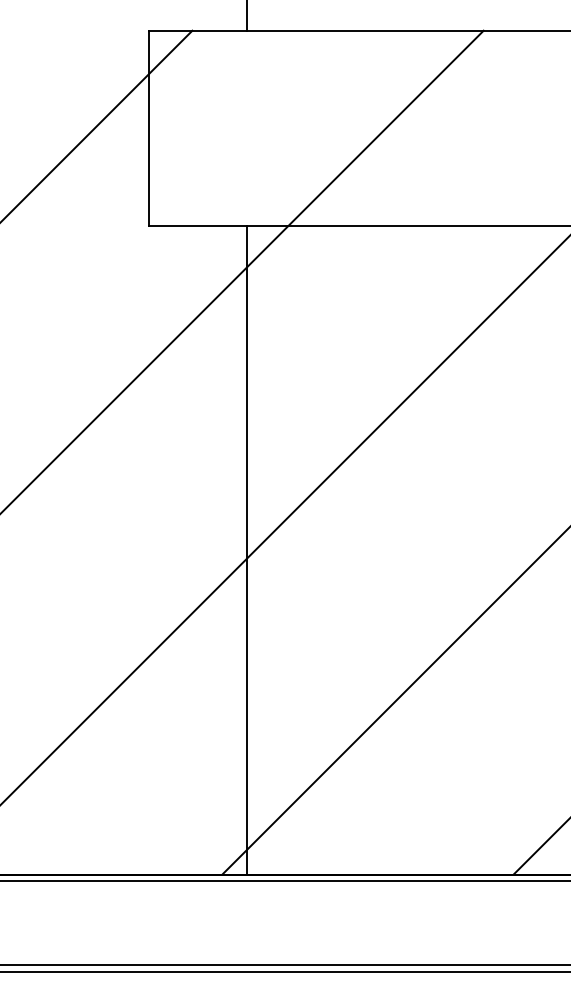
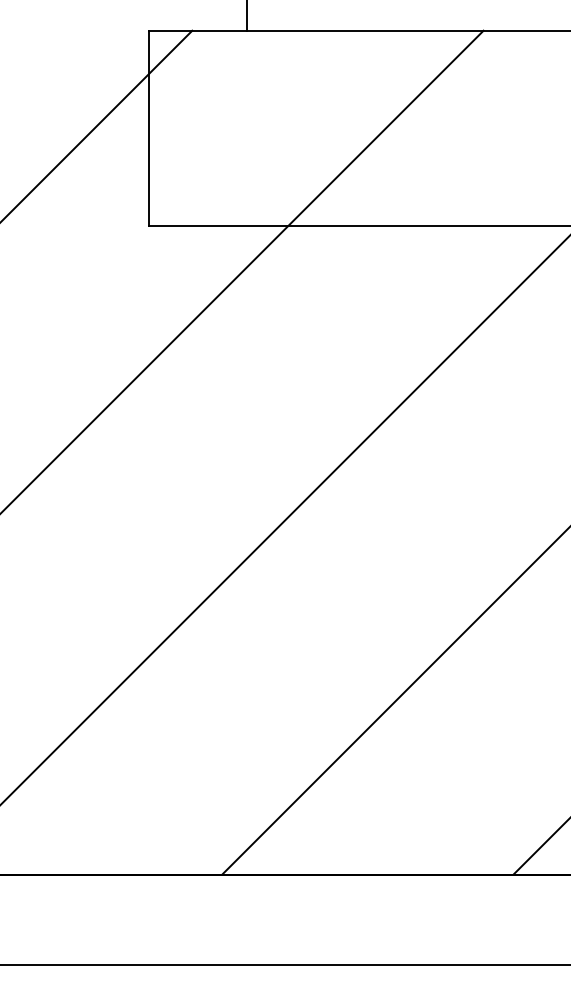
line at (246, 549): present -> none
line at (284, 881): present -> none
line at (284, 971): present -> none
